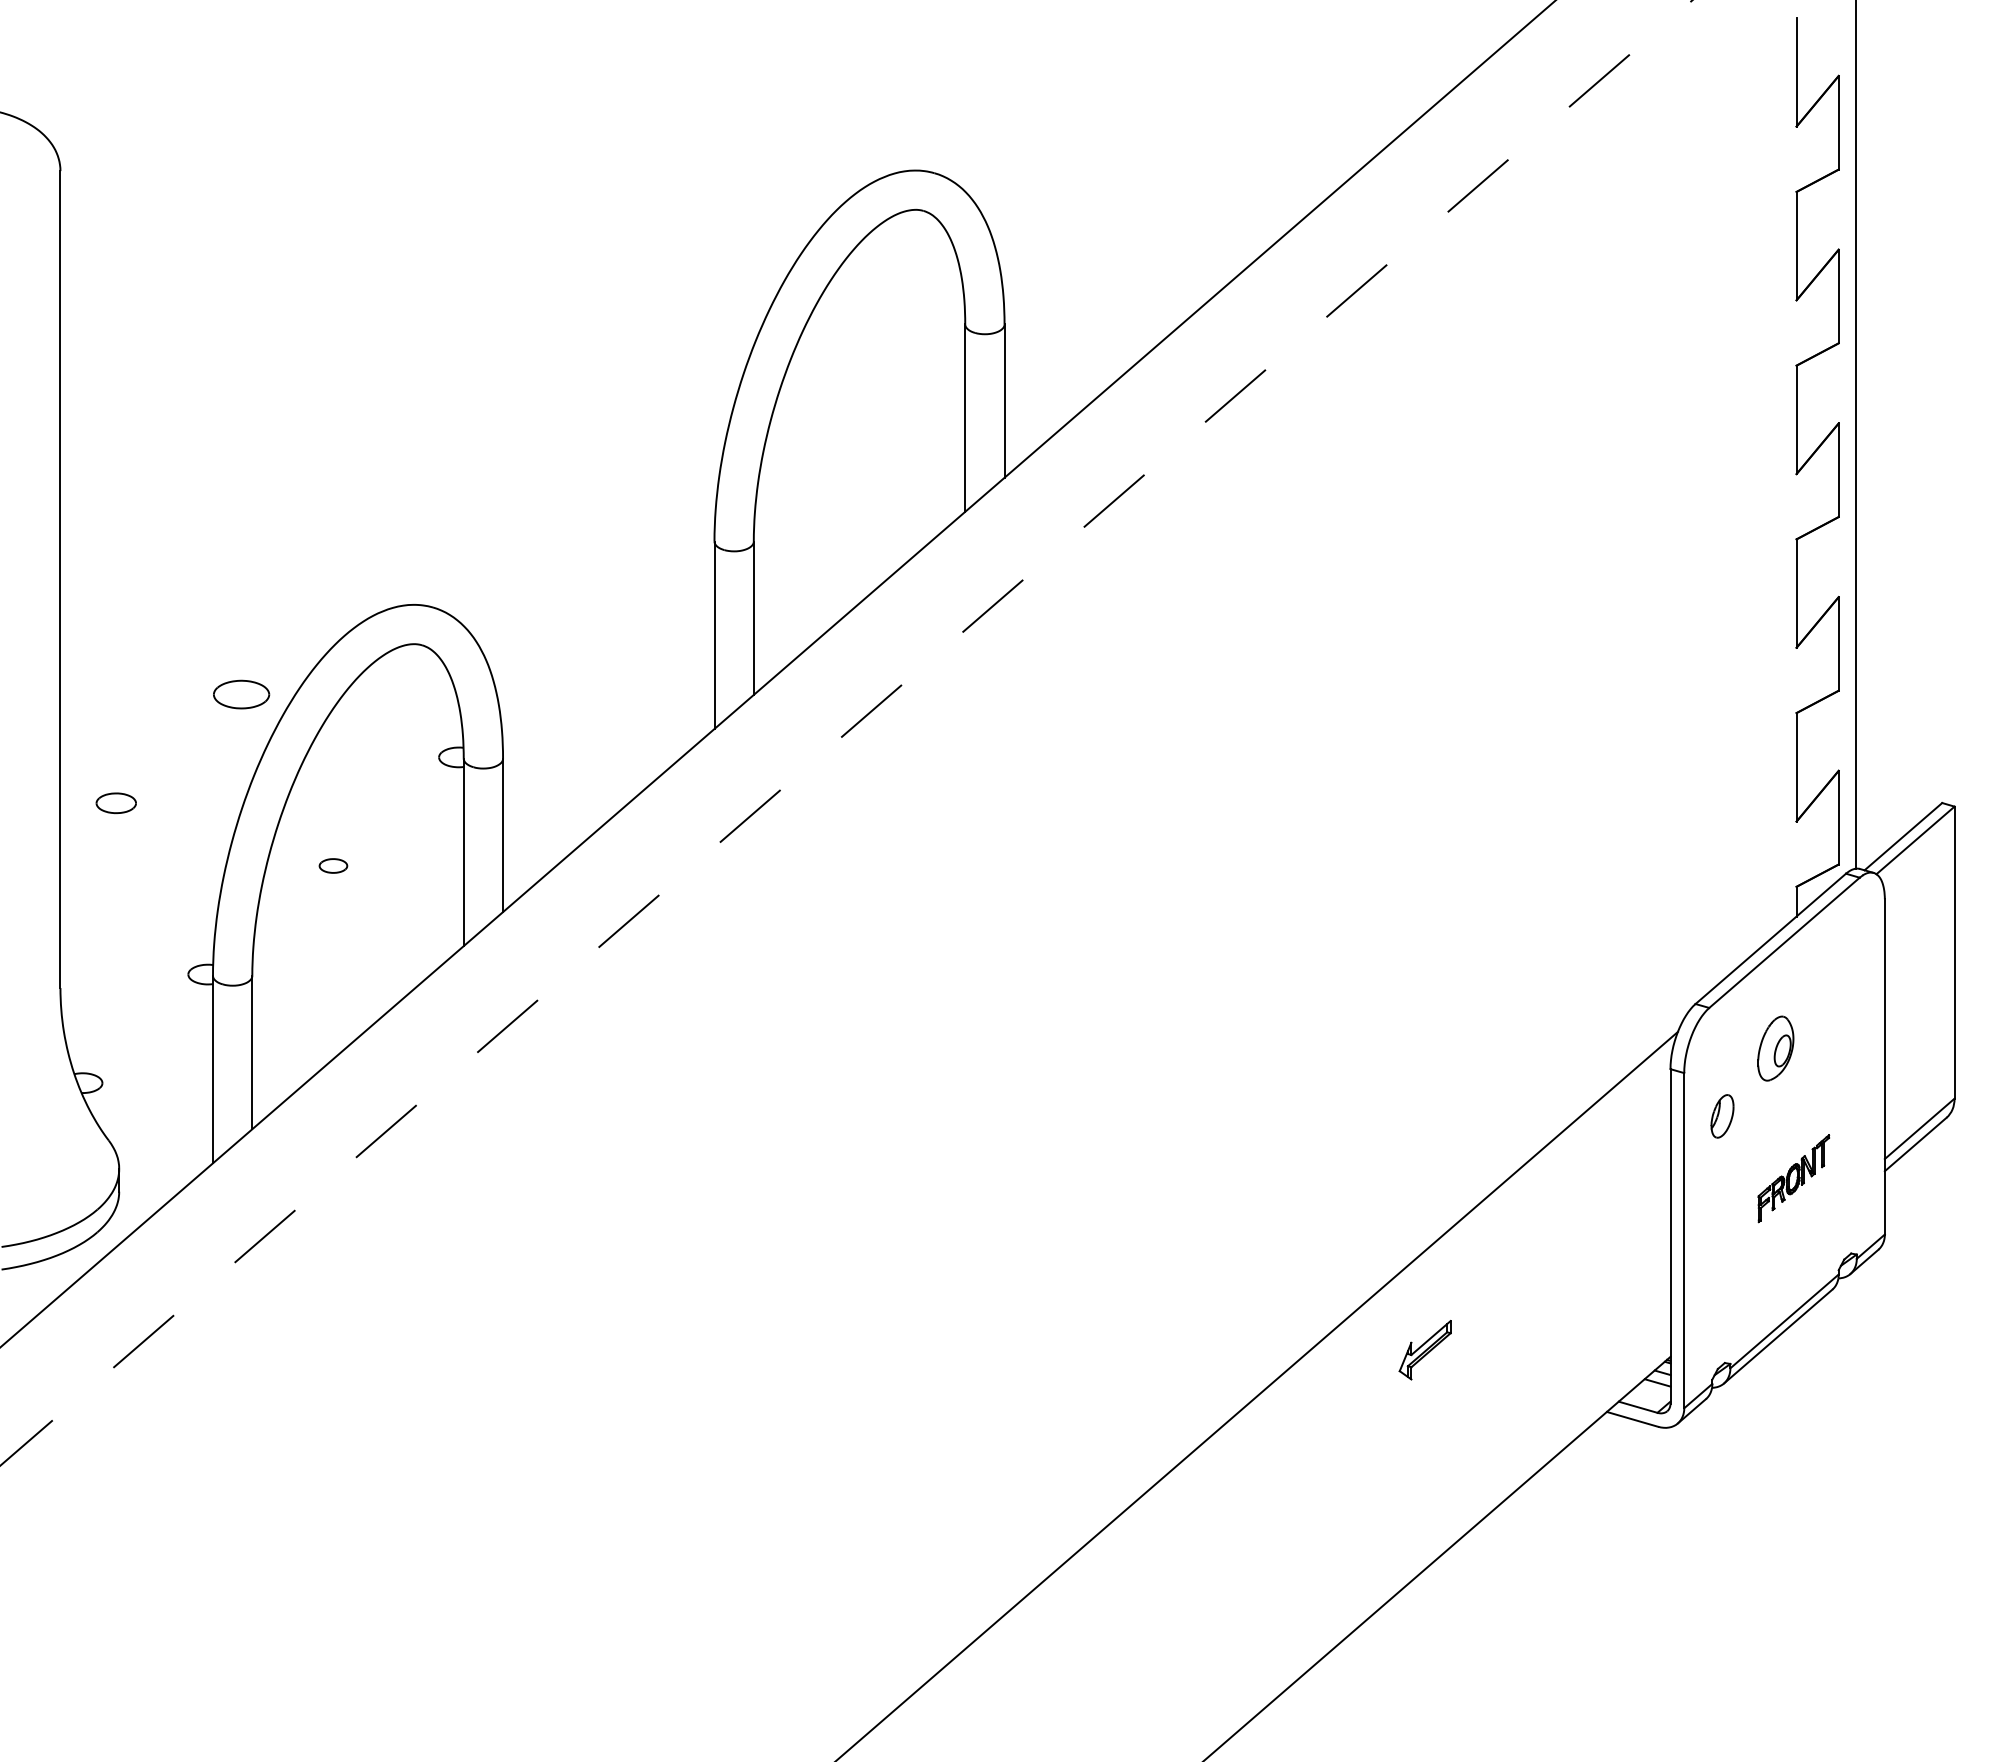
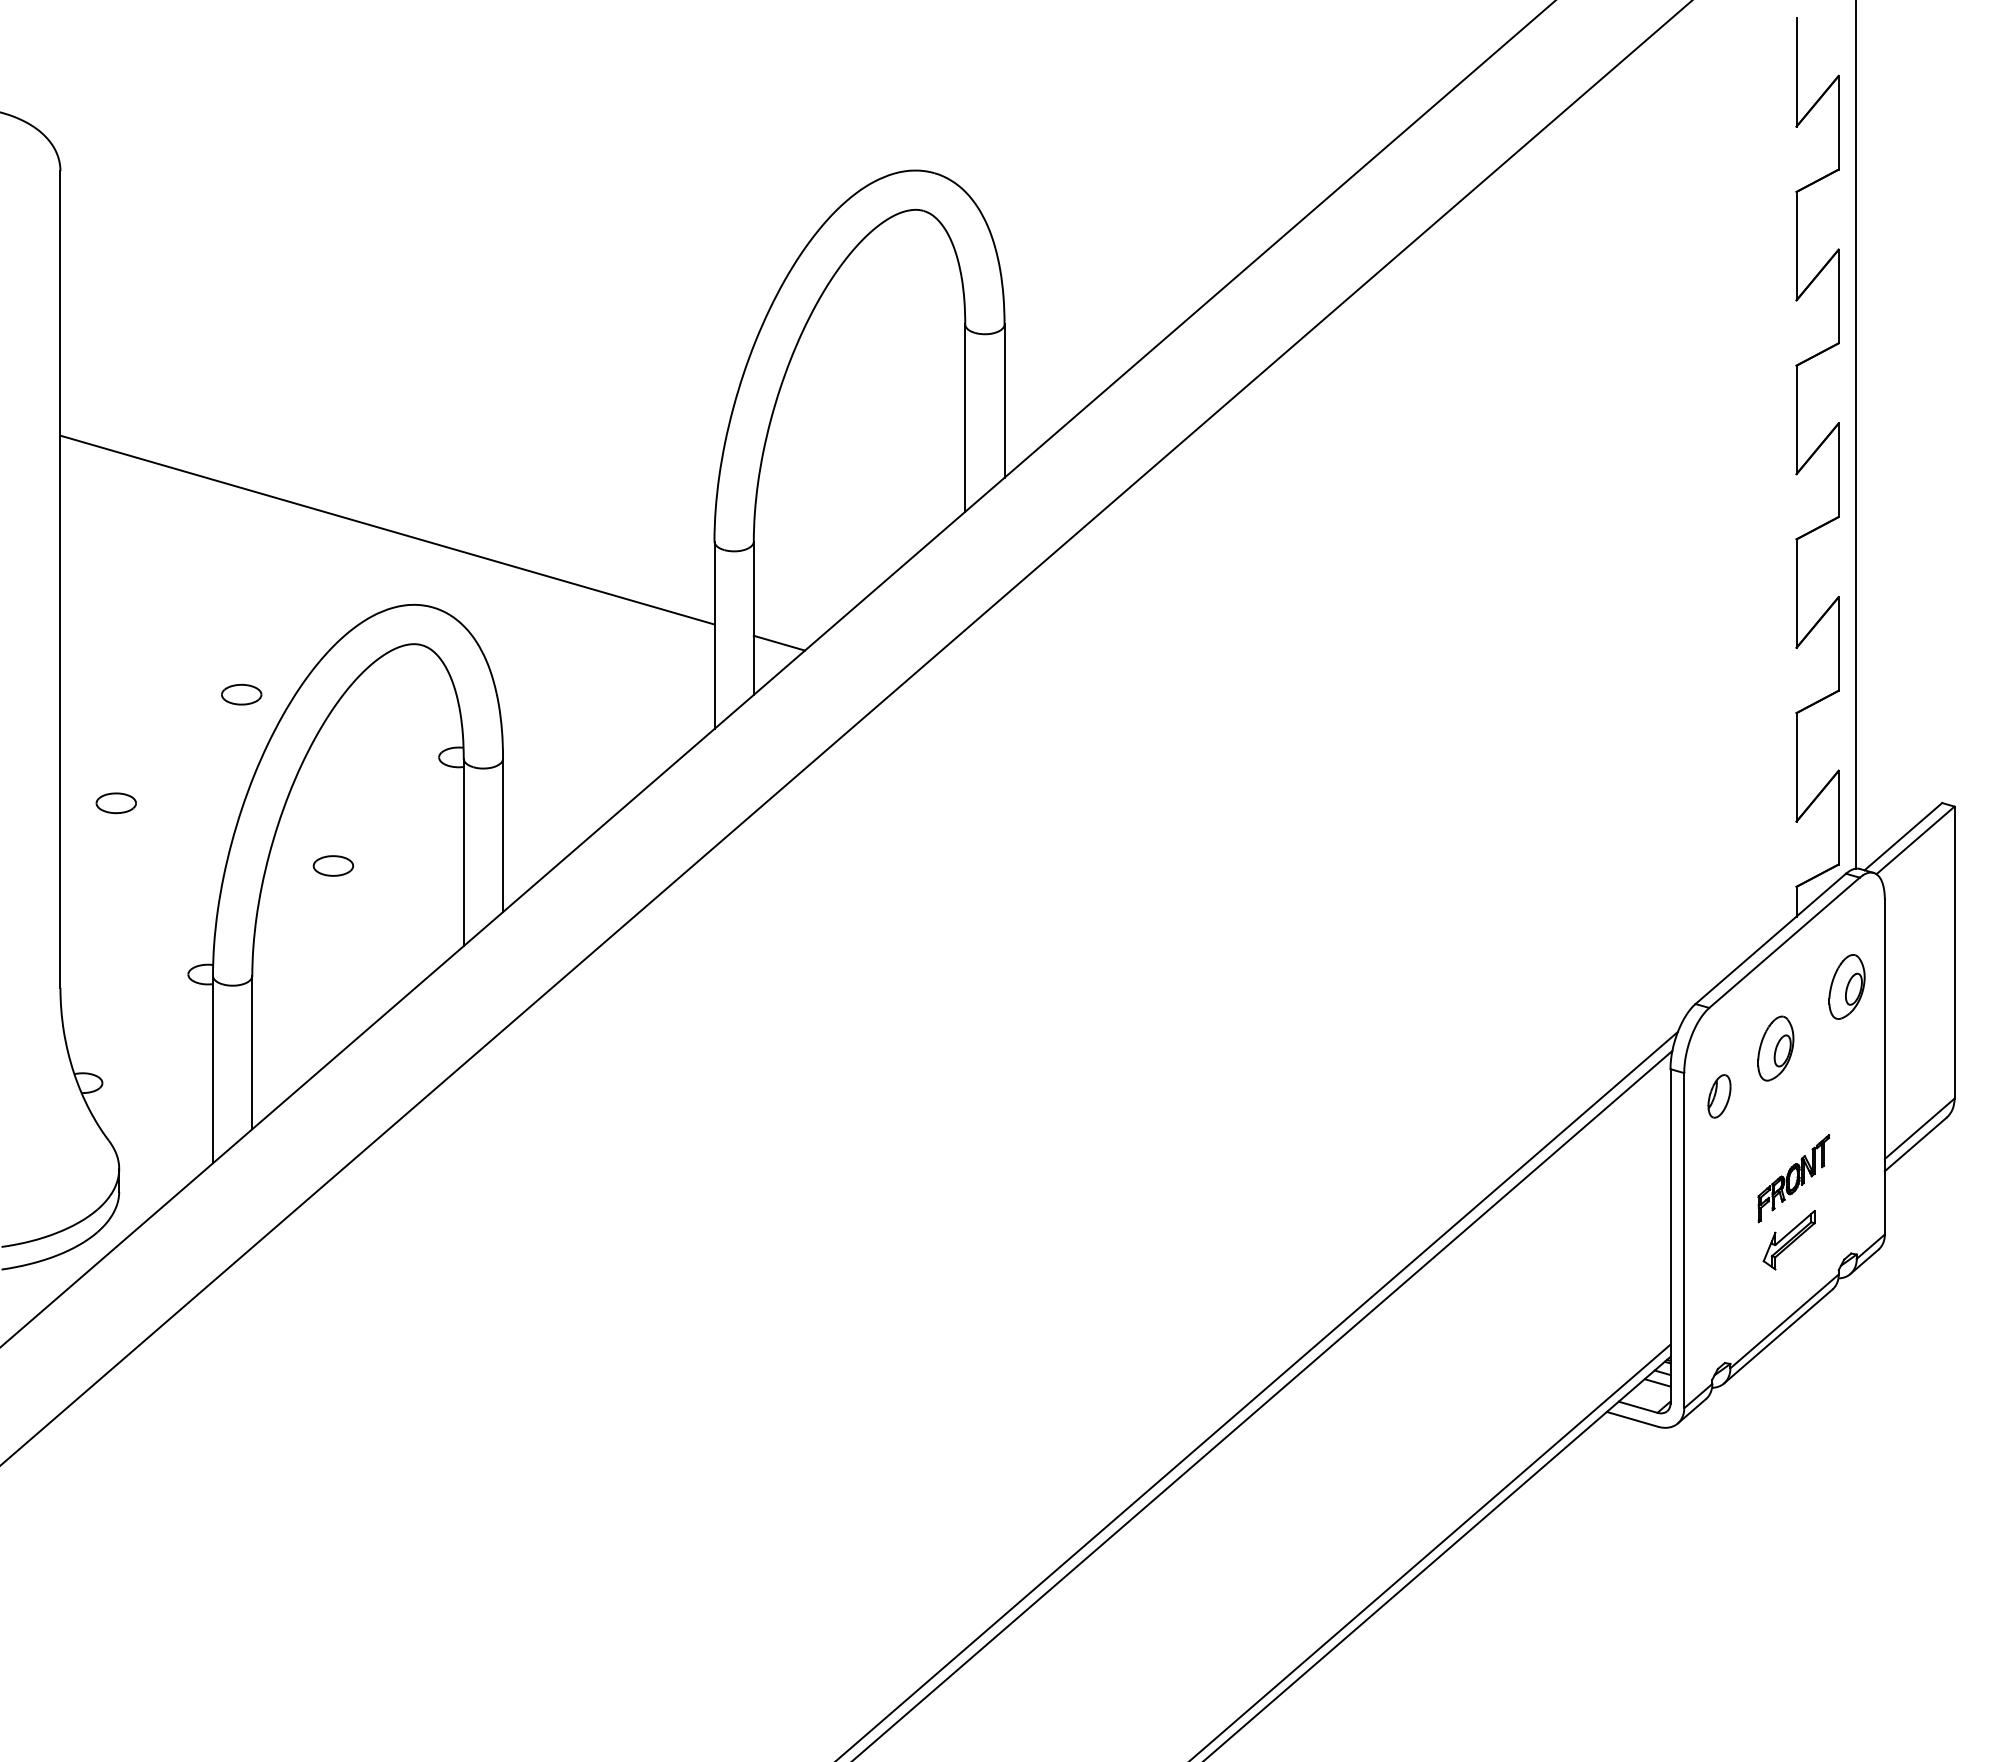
line at (387, 529): none -> present
line at (778, 642): none -> present
part at (241, 694) size: 58x31 px -> 42x22 px
line at (846, 732): dashed -> solid
part at (333, 865) size: 31x16 px -> 43x22 px
part at (1846, 986): none -> present
part at (1722, 1116) position: (1722, 1116) -> (1719, 1096)
part at (1424, 1350) position: (1424, 1350) -> (1788, 1240)
line at (1263, 1404): none -> present
line at (1431, 1551): none -> present
